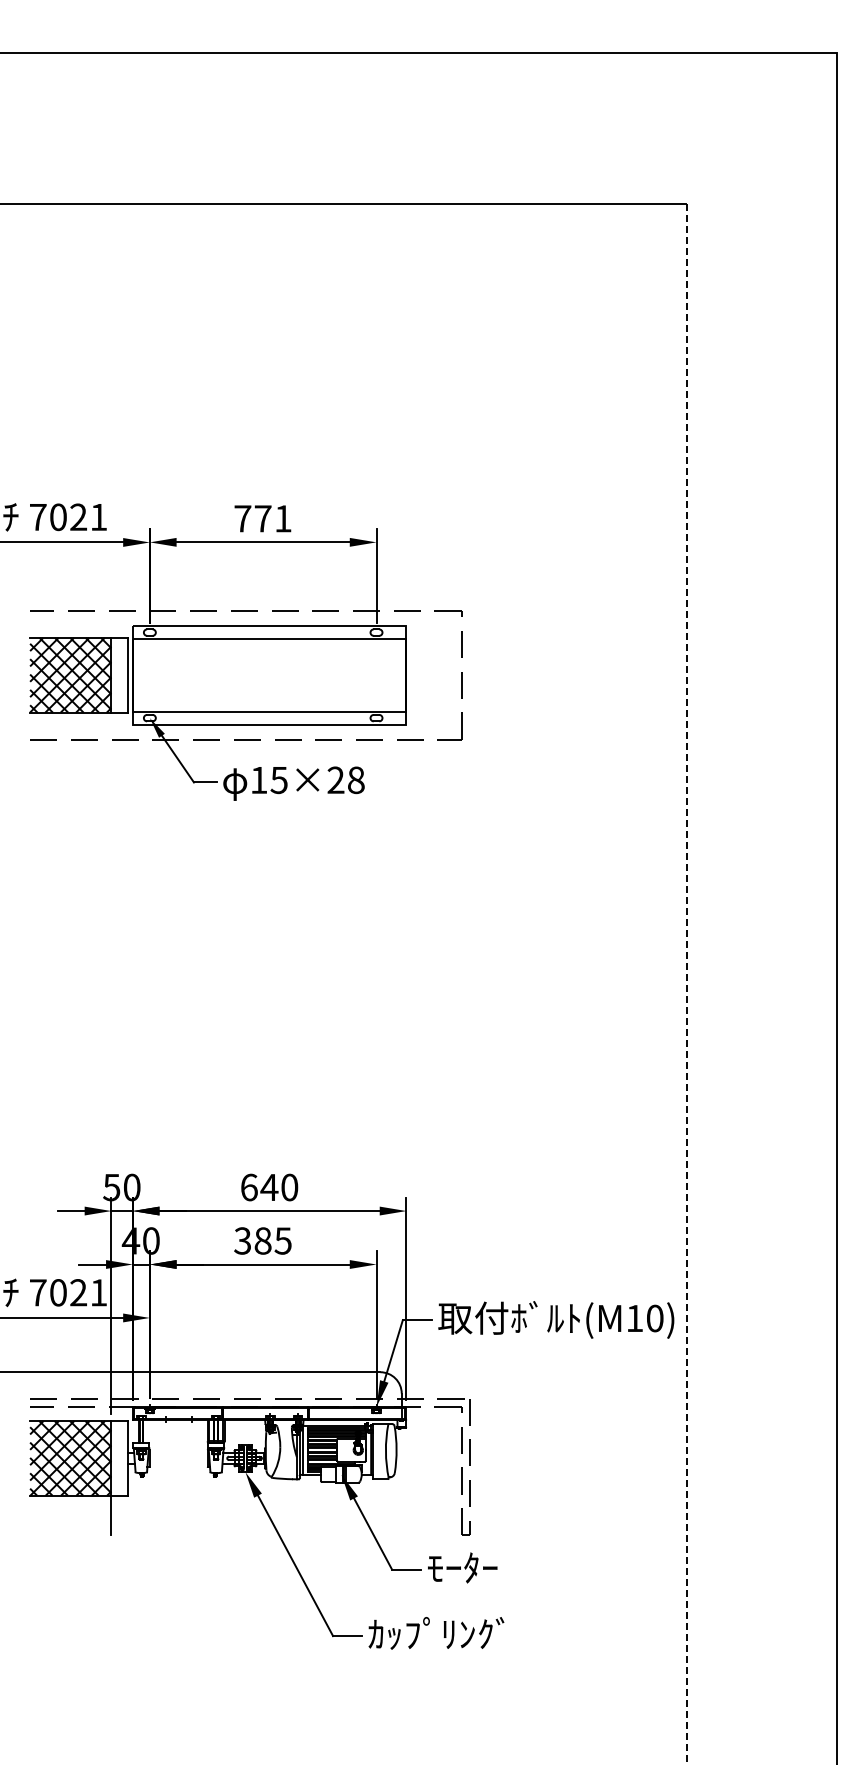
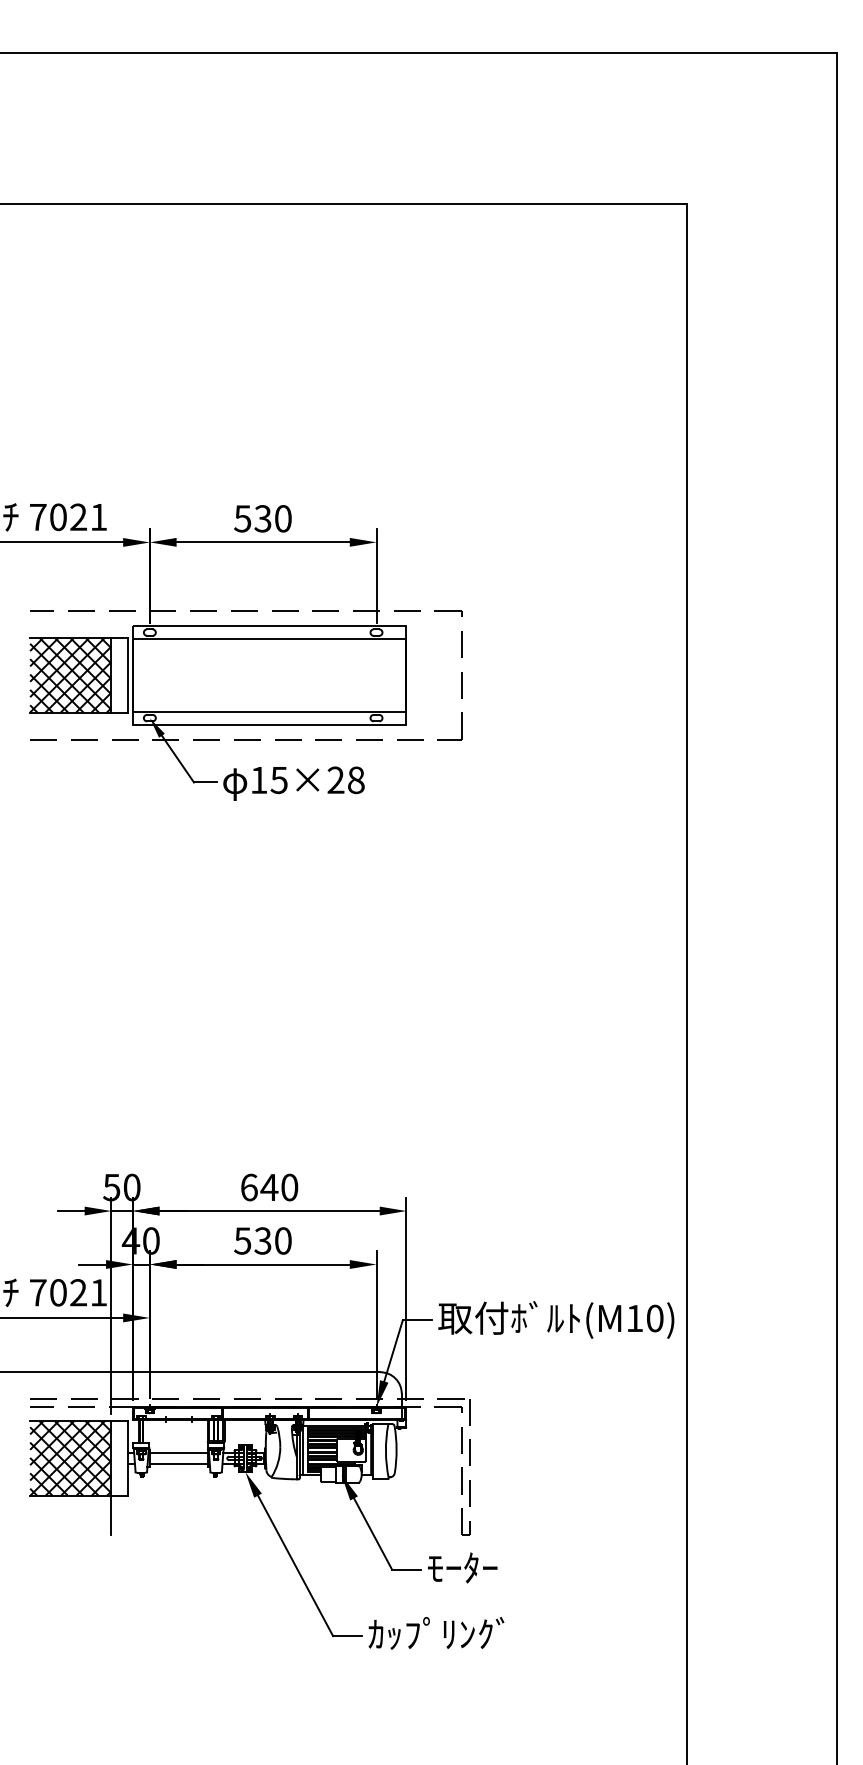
text at (262, 518): 771 -> 530
line at (686, 984): dashed -> solid
text at (262, 1240): 385 -> 530
line at (178, 1453): none -> present
line at (178, 1463): none -> present
